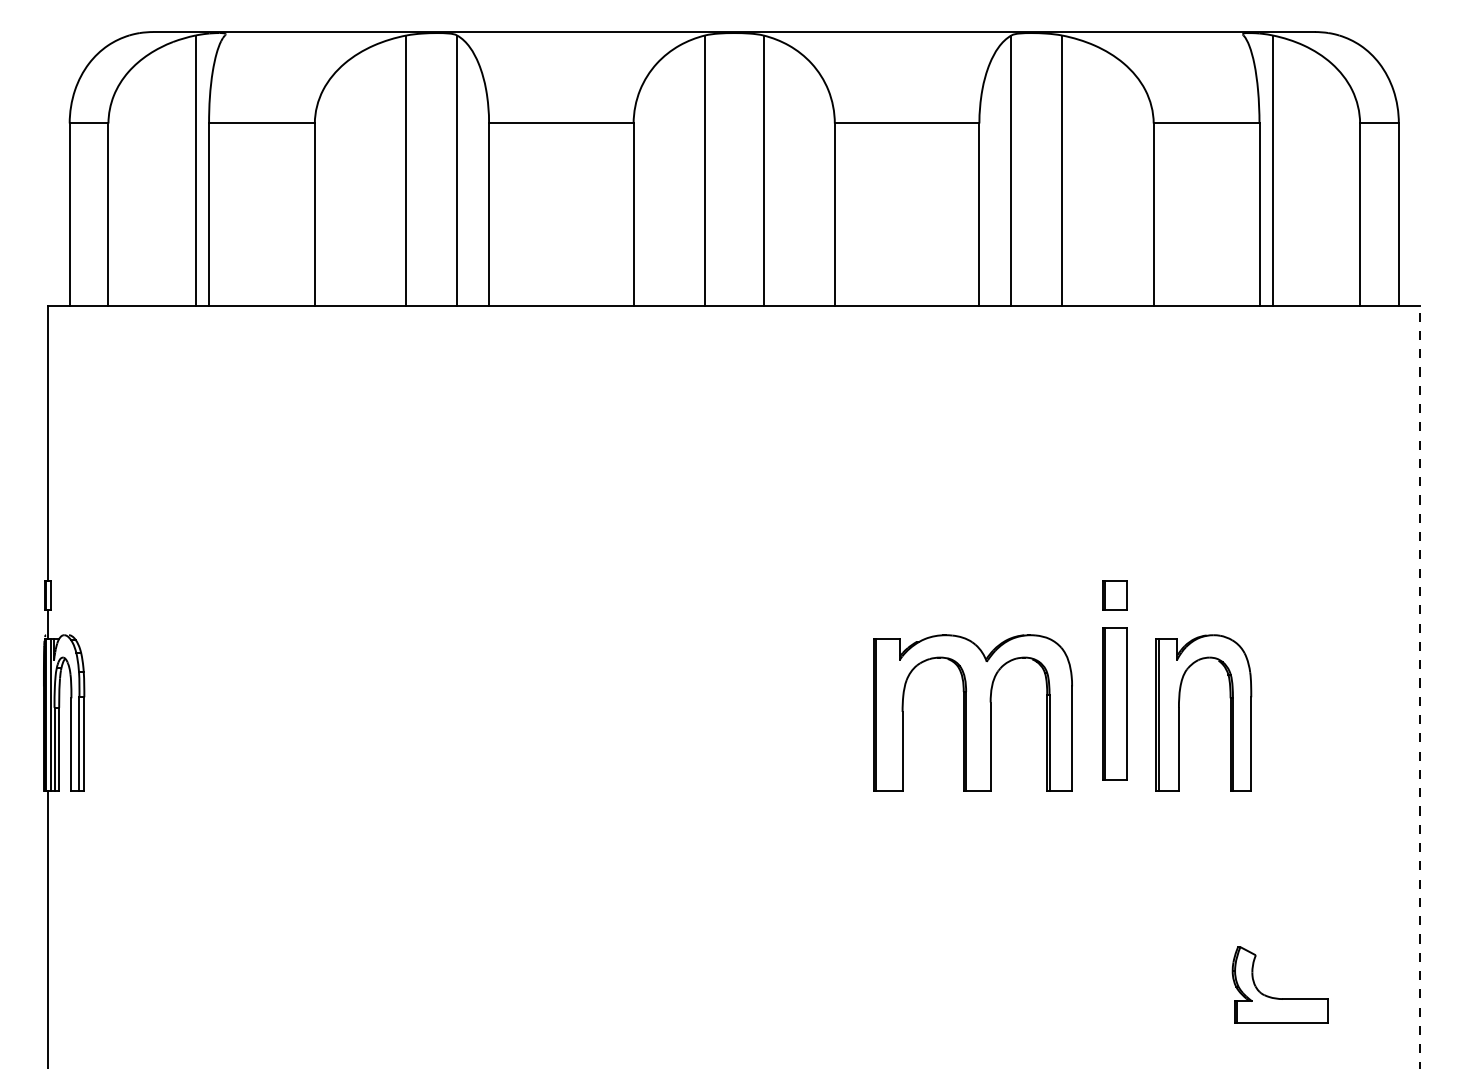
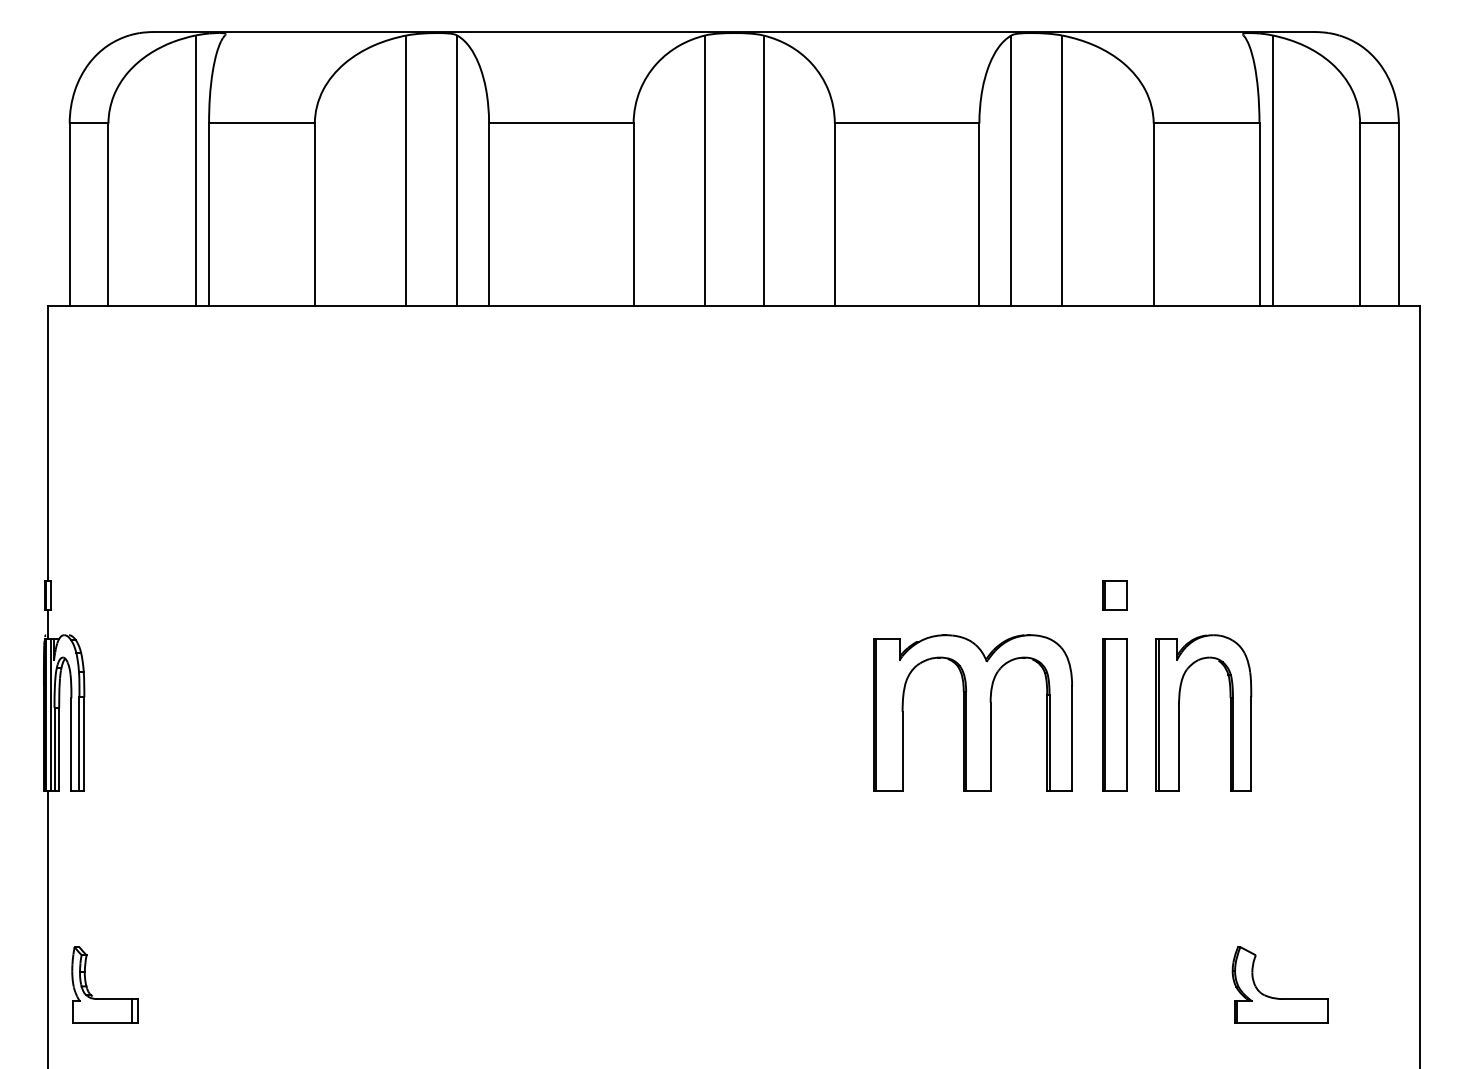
line at (1420, 687): dashed -> solid
part at (1114, 703) position: (1114, 703) -> (1114, 714)
part at (104, 998): none -> present
